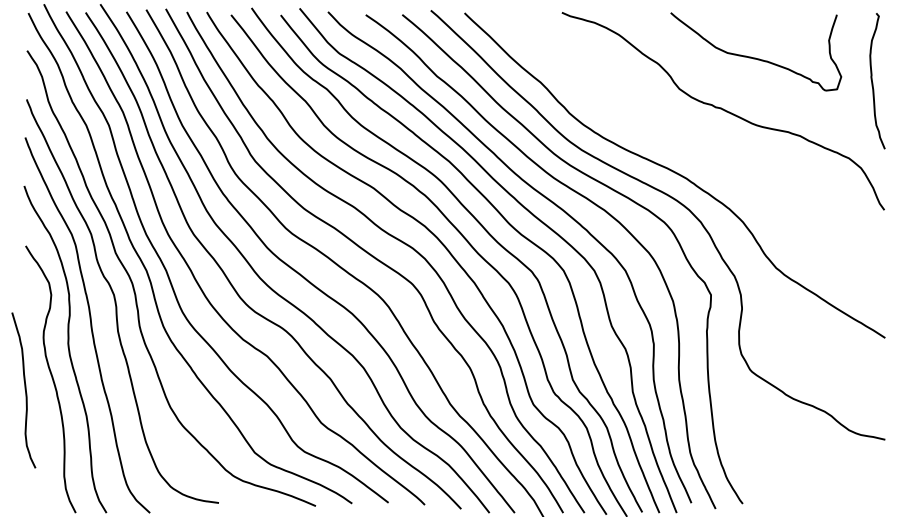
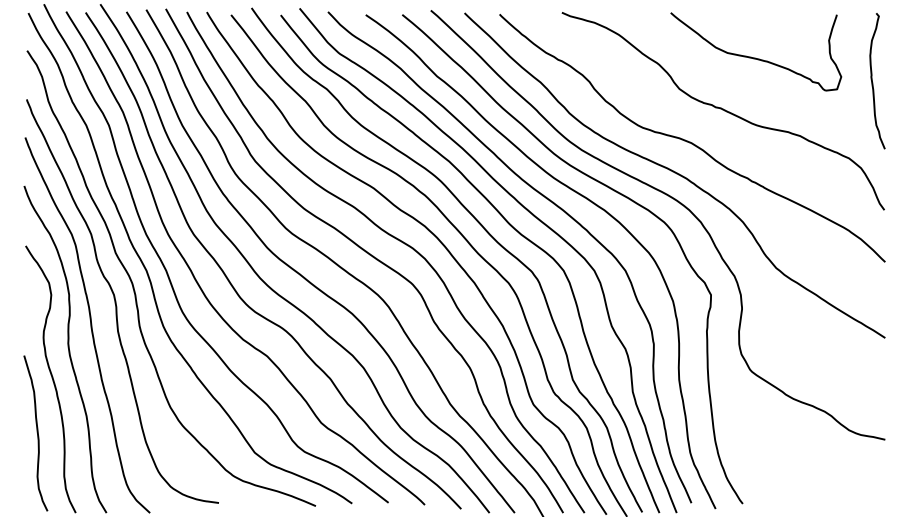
curve at (690, 141): none -> present
curve at (24, 389) position: (24, 389) -> (36, 432)
